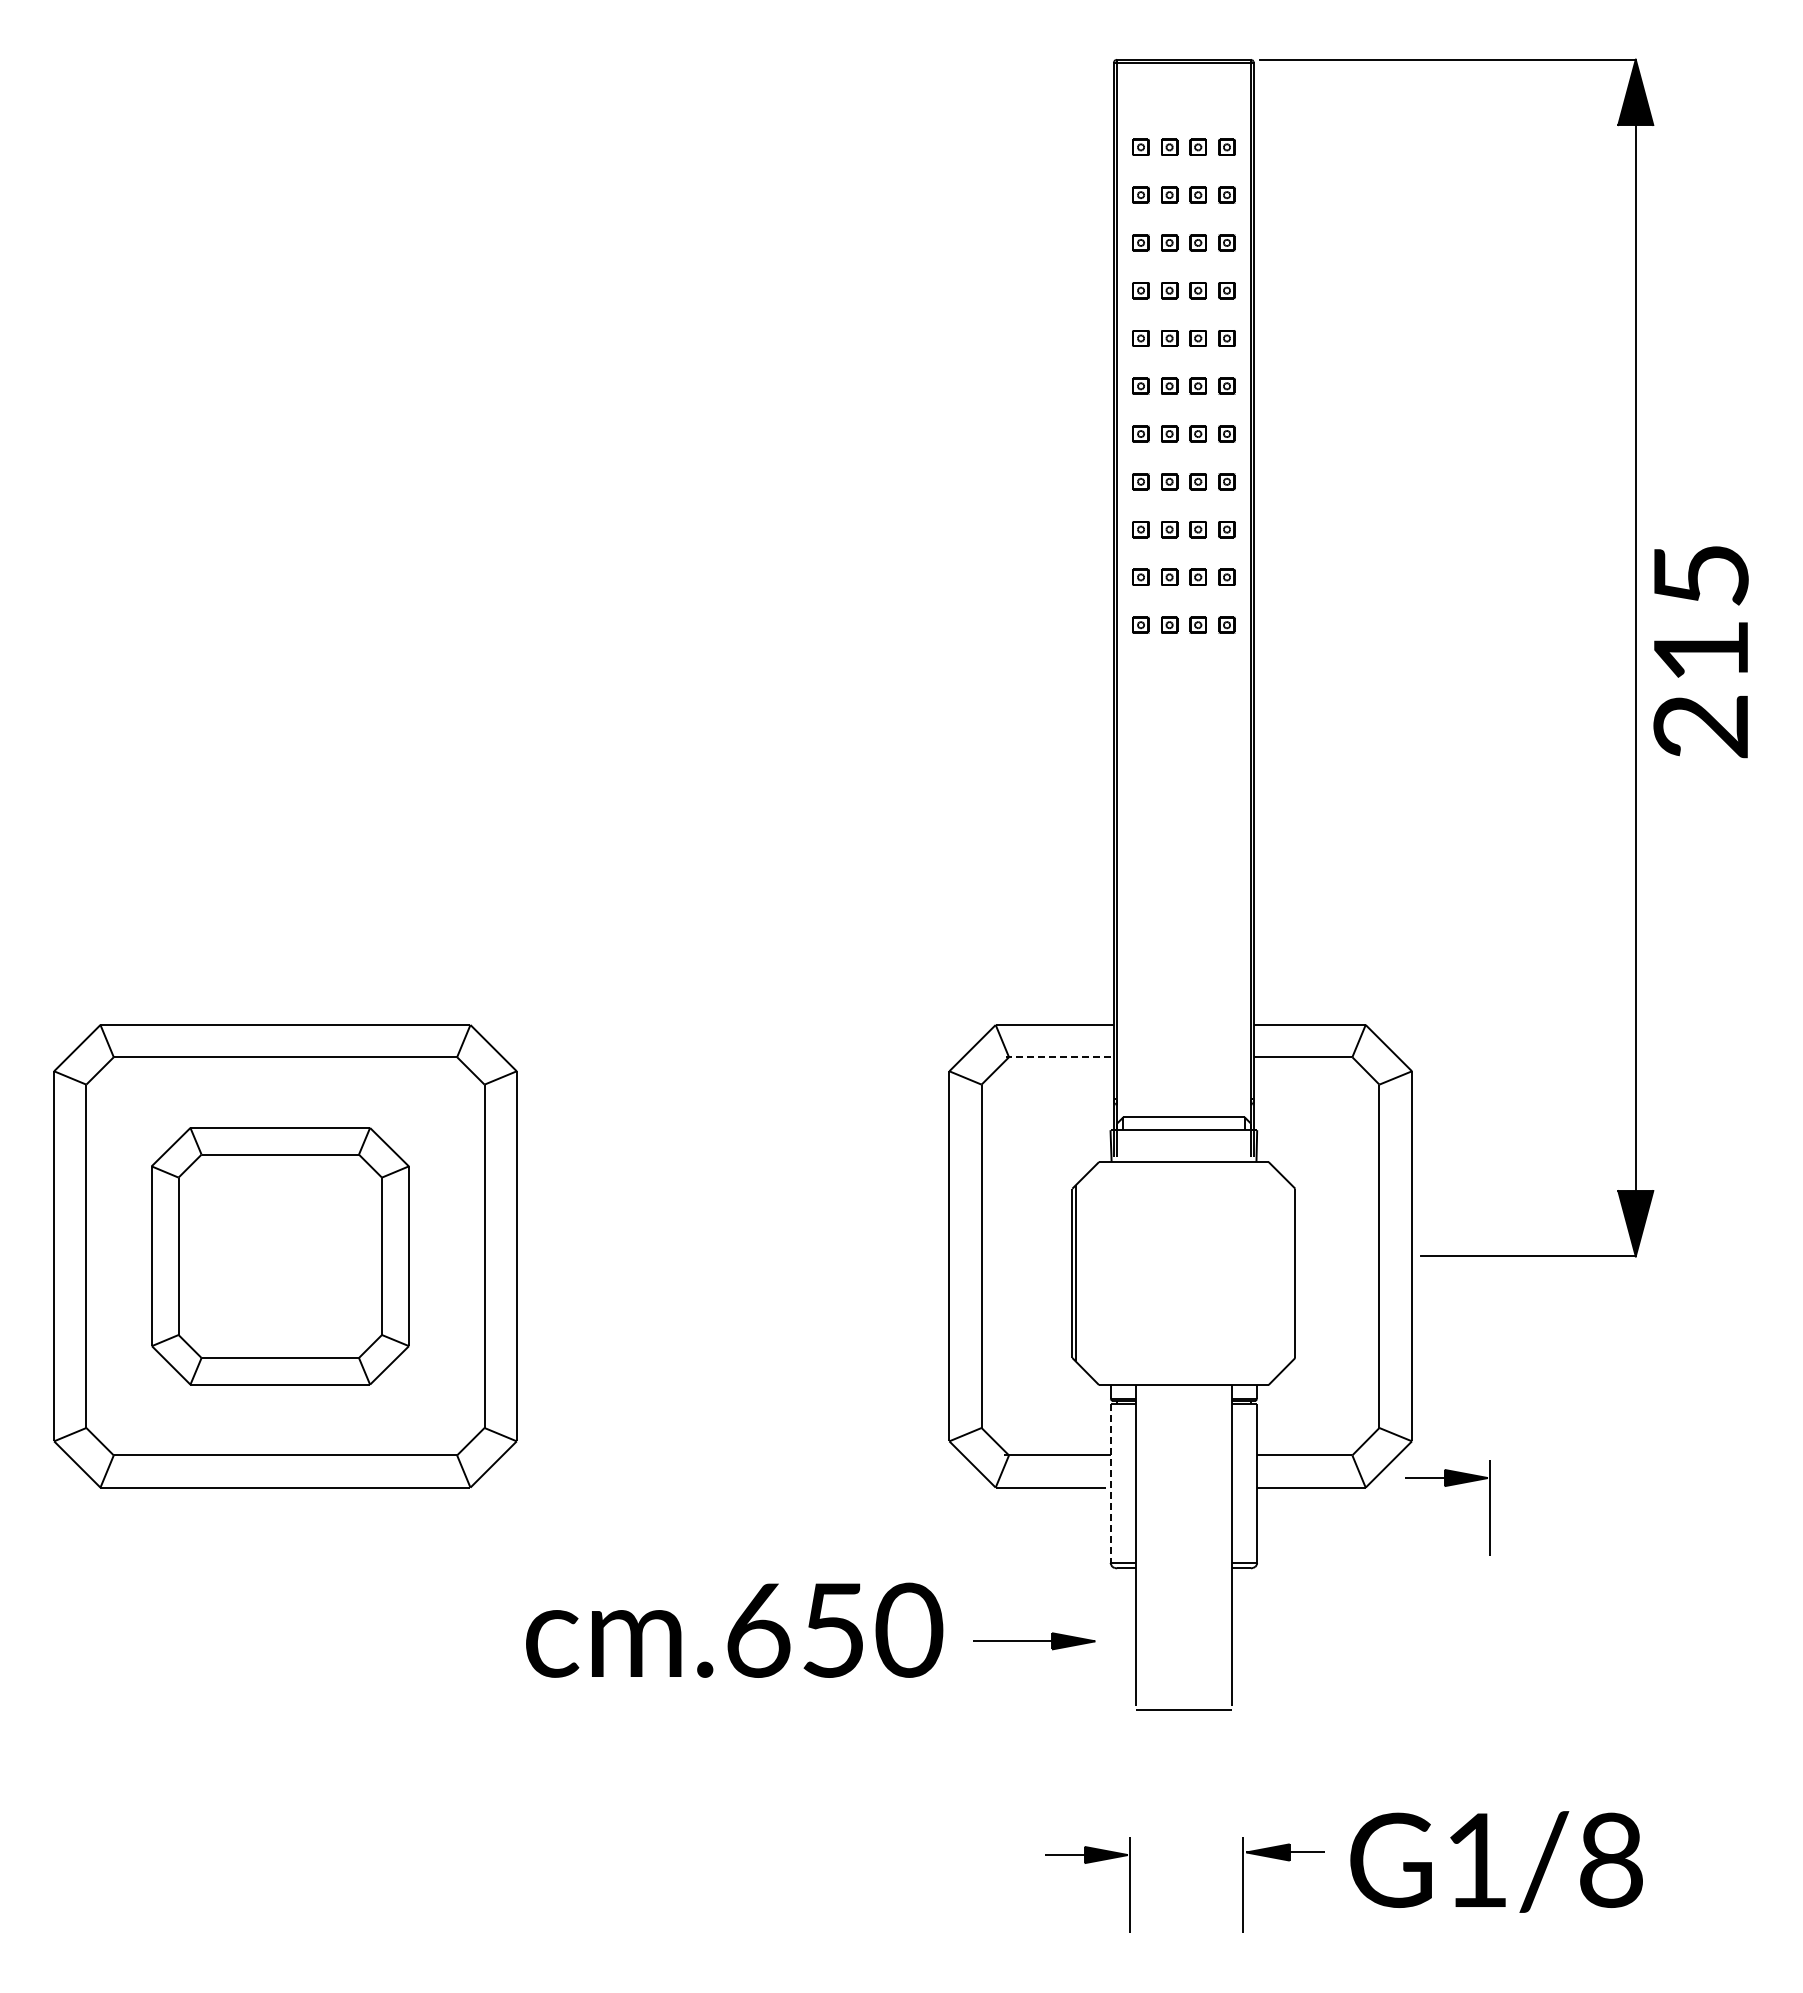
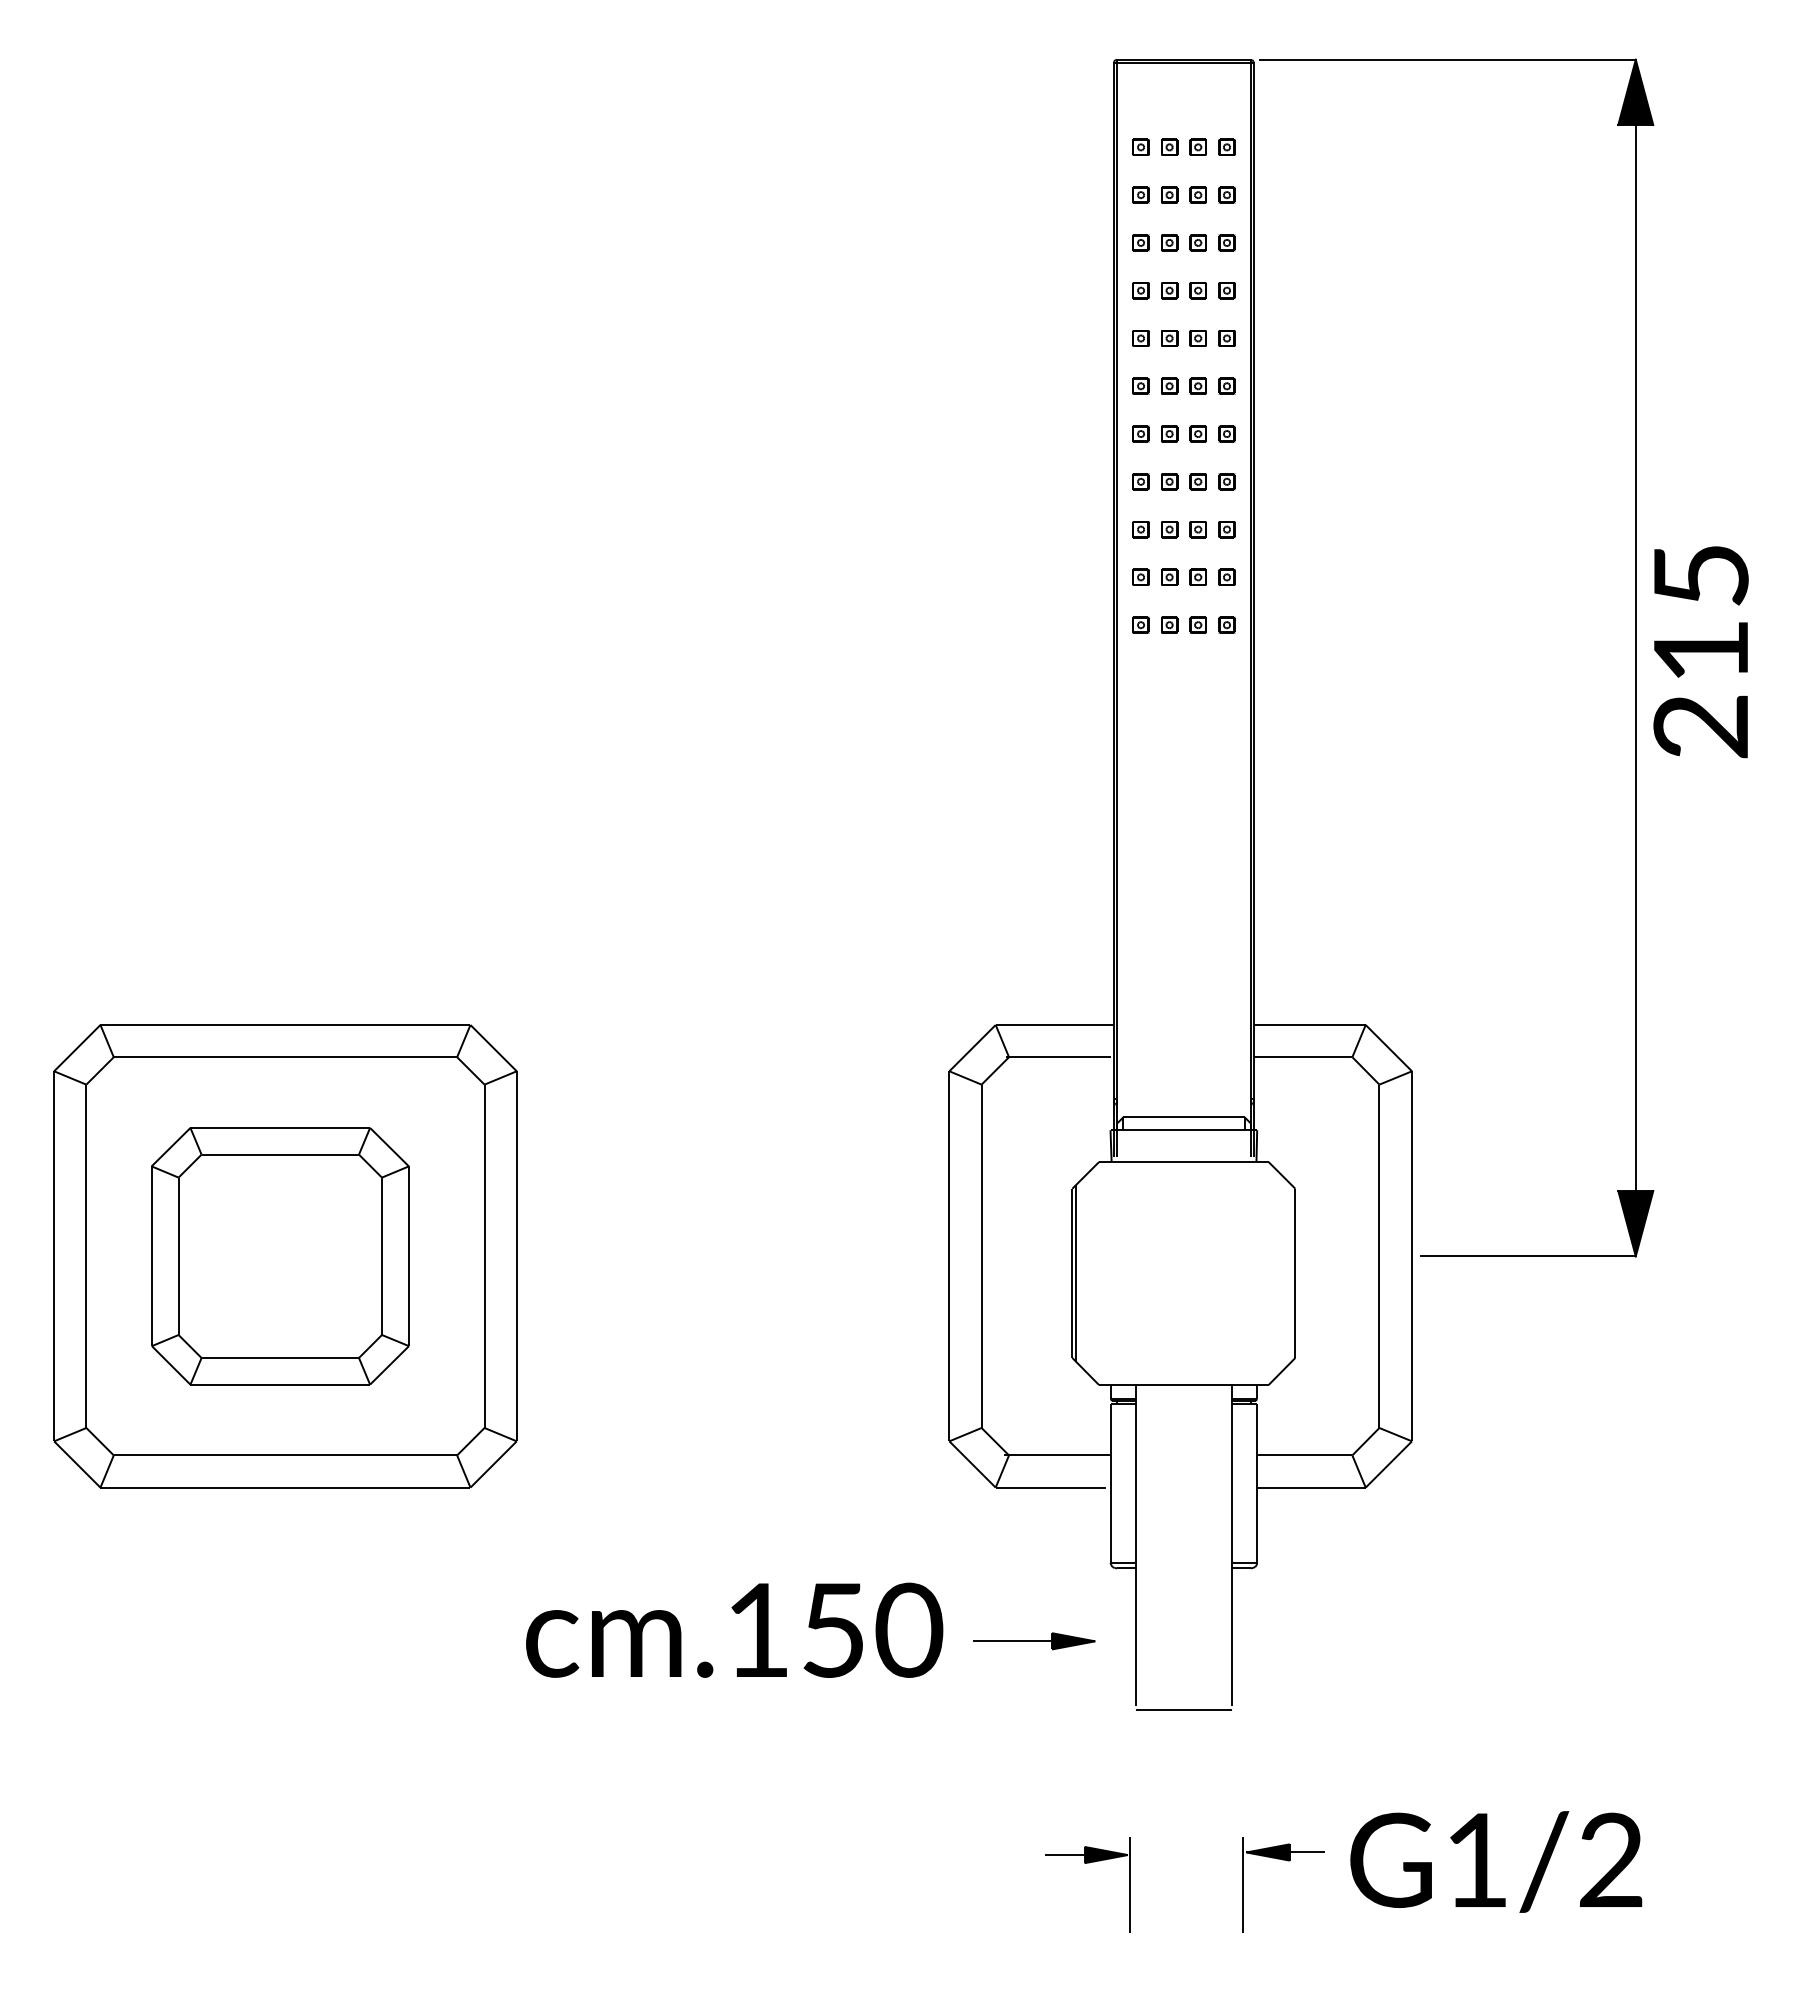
line at (1057, 1057): dashed -> solid
line at (1110, 1483): dashed -> solid
part at (1447, 1486): present -> none
text at (758, 1630): cm.650 -> cm.150
text at (1611, 1859): G1/8 -> G1/2
